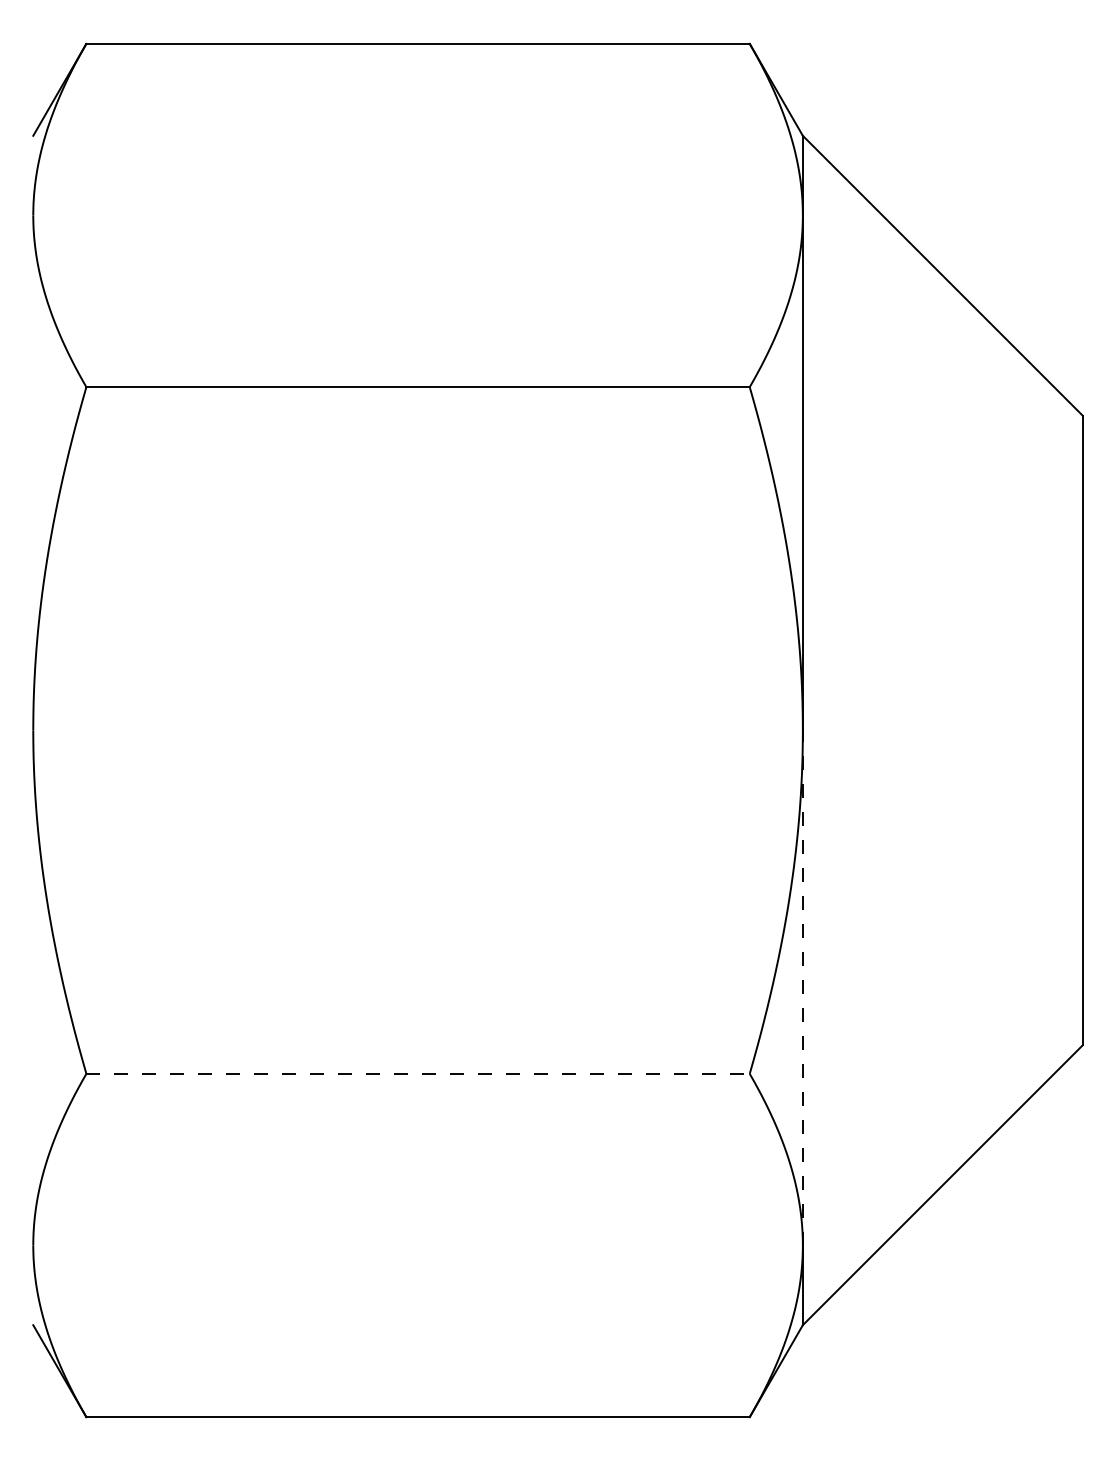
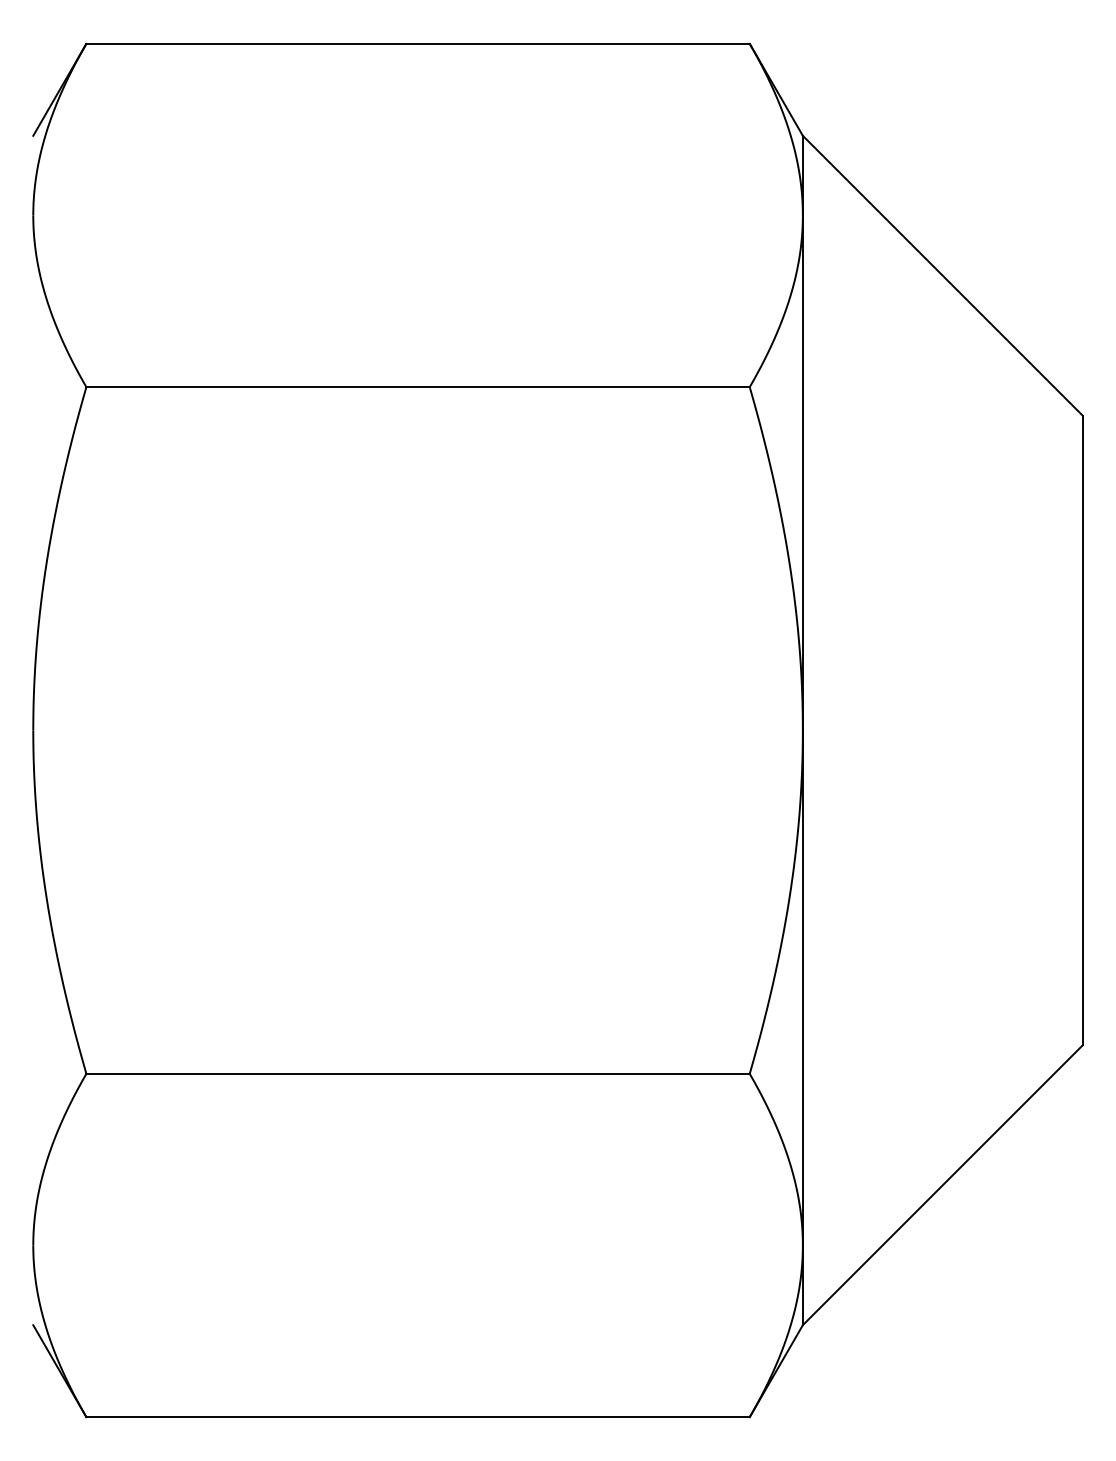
line at (802, 988): dashed -> solid
line at (418, 1073): dashed -> solid
